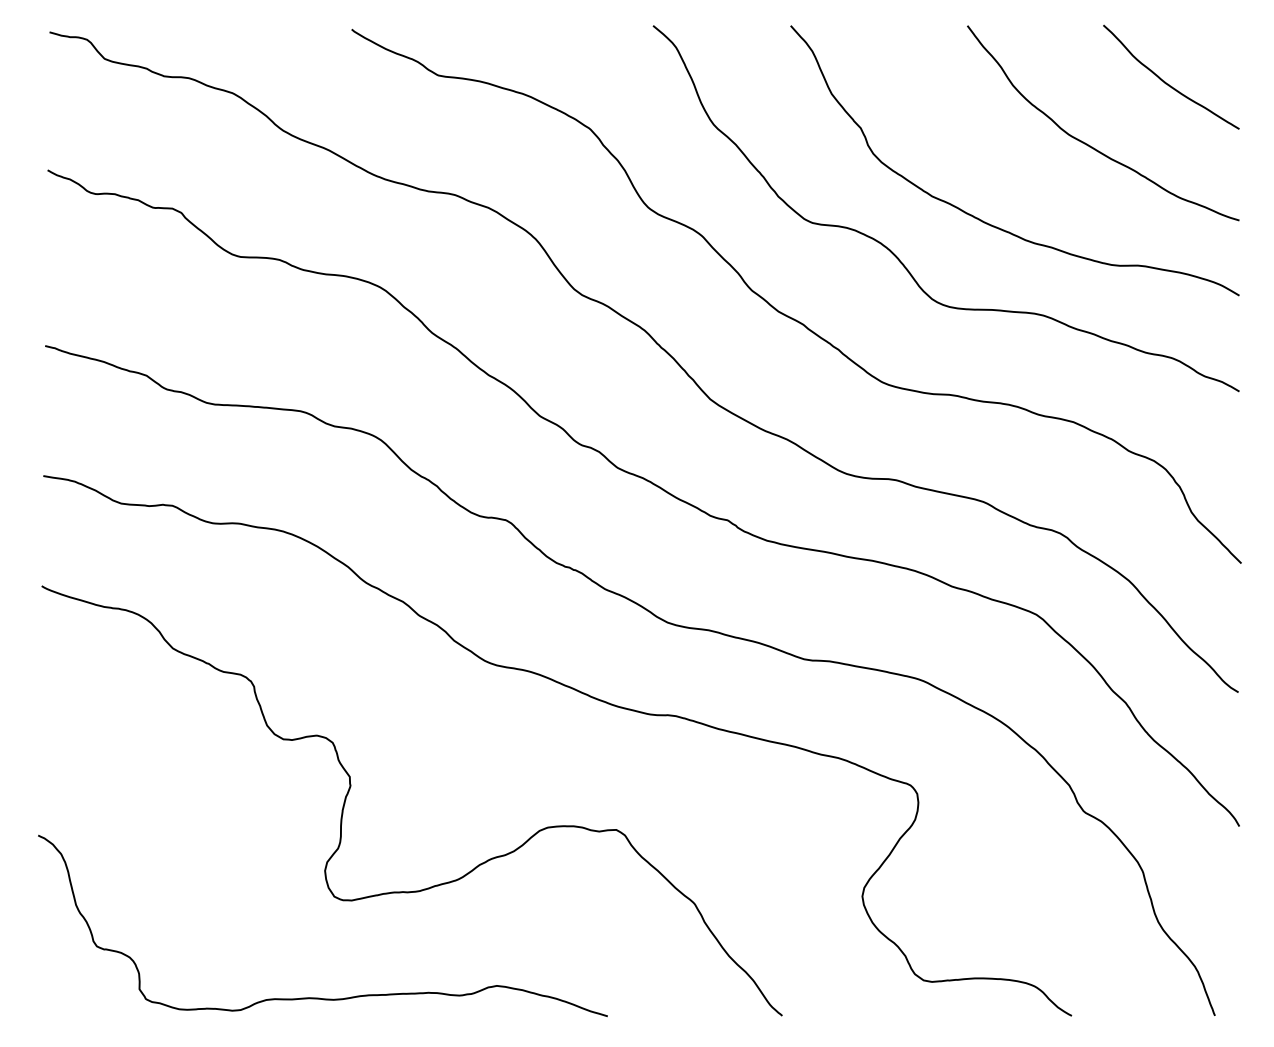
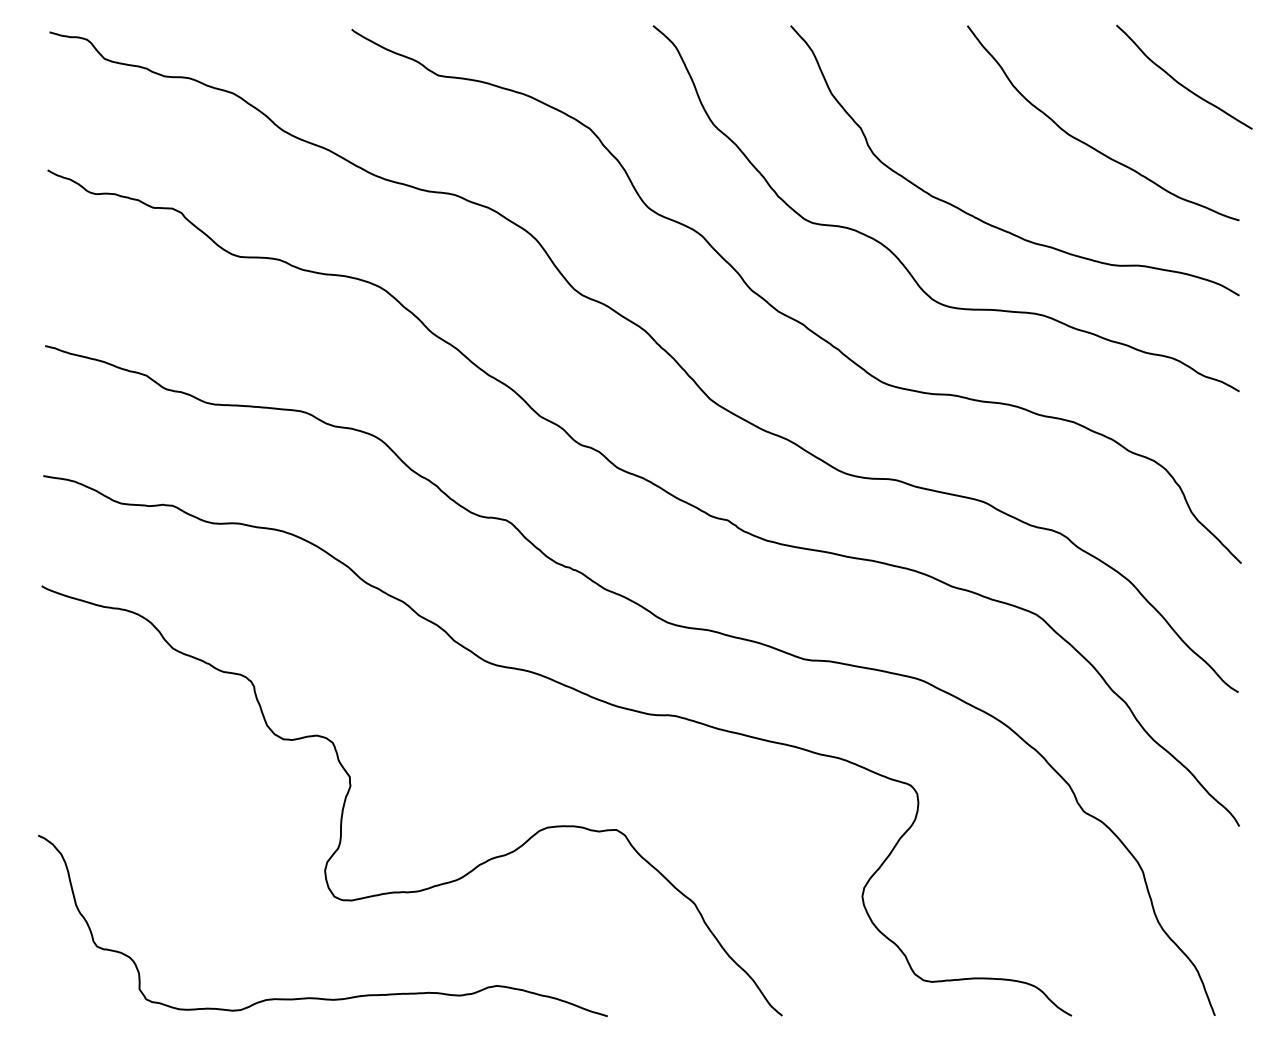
curve at (1168, 83) position: (1168, 83) -> (1181, 83)
